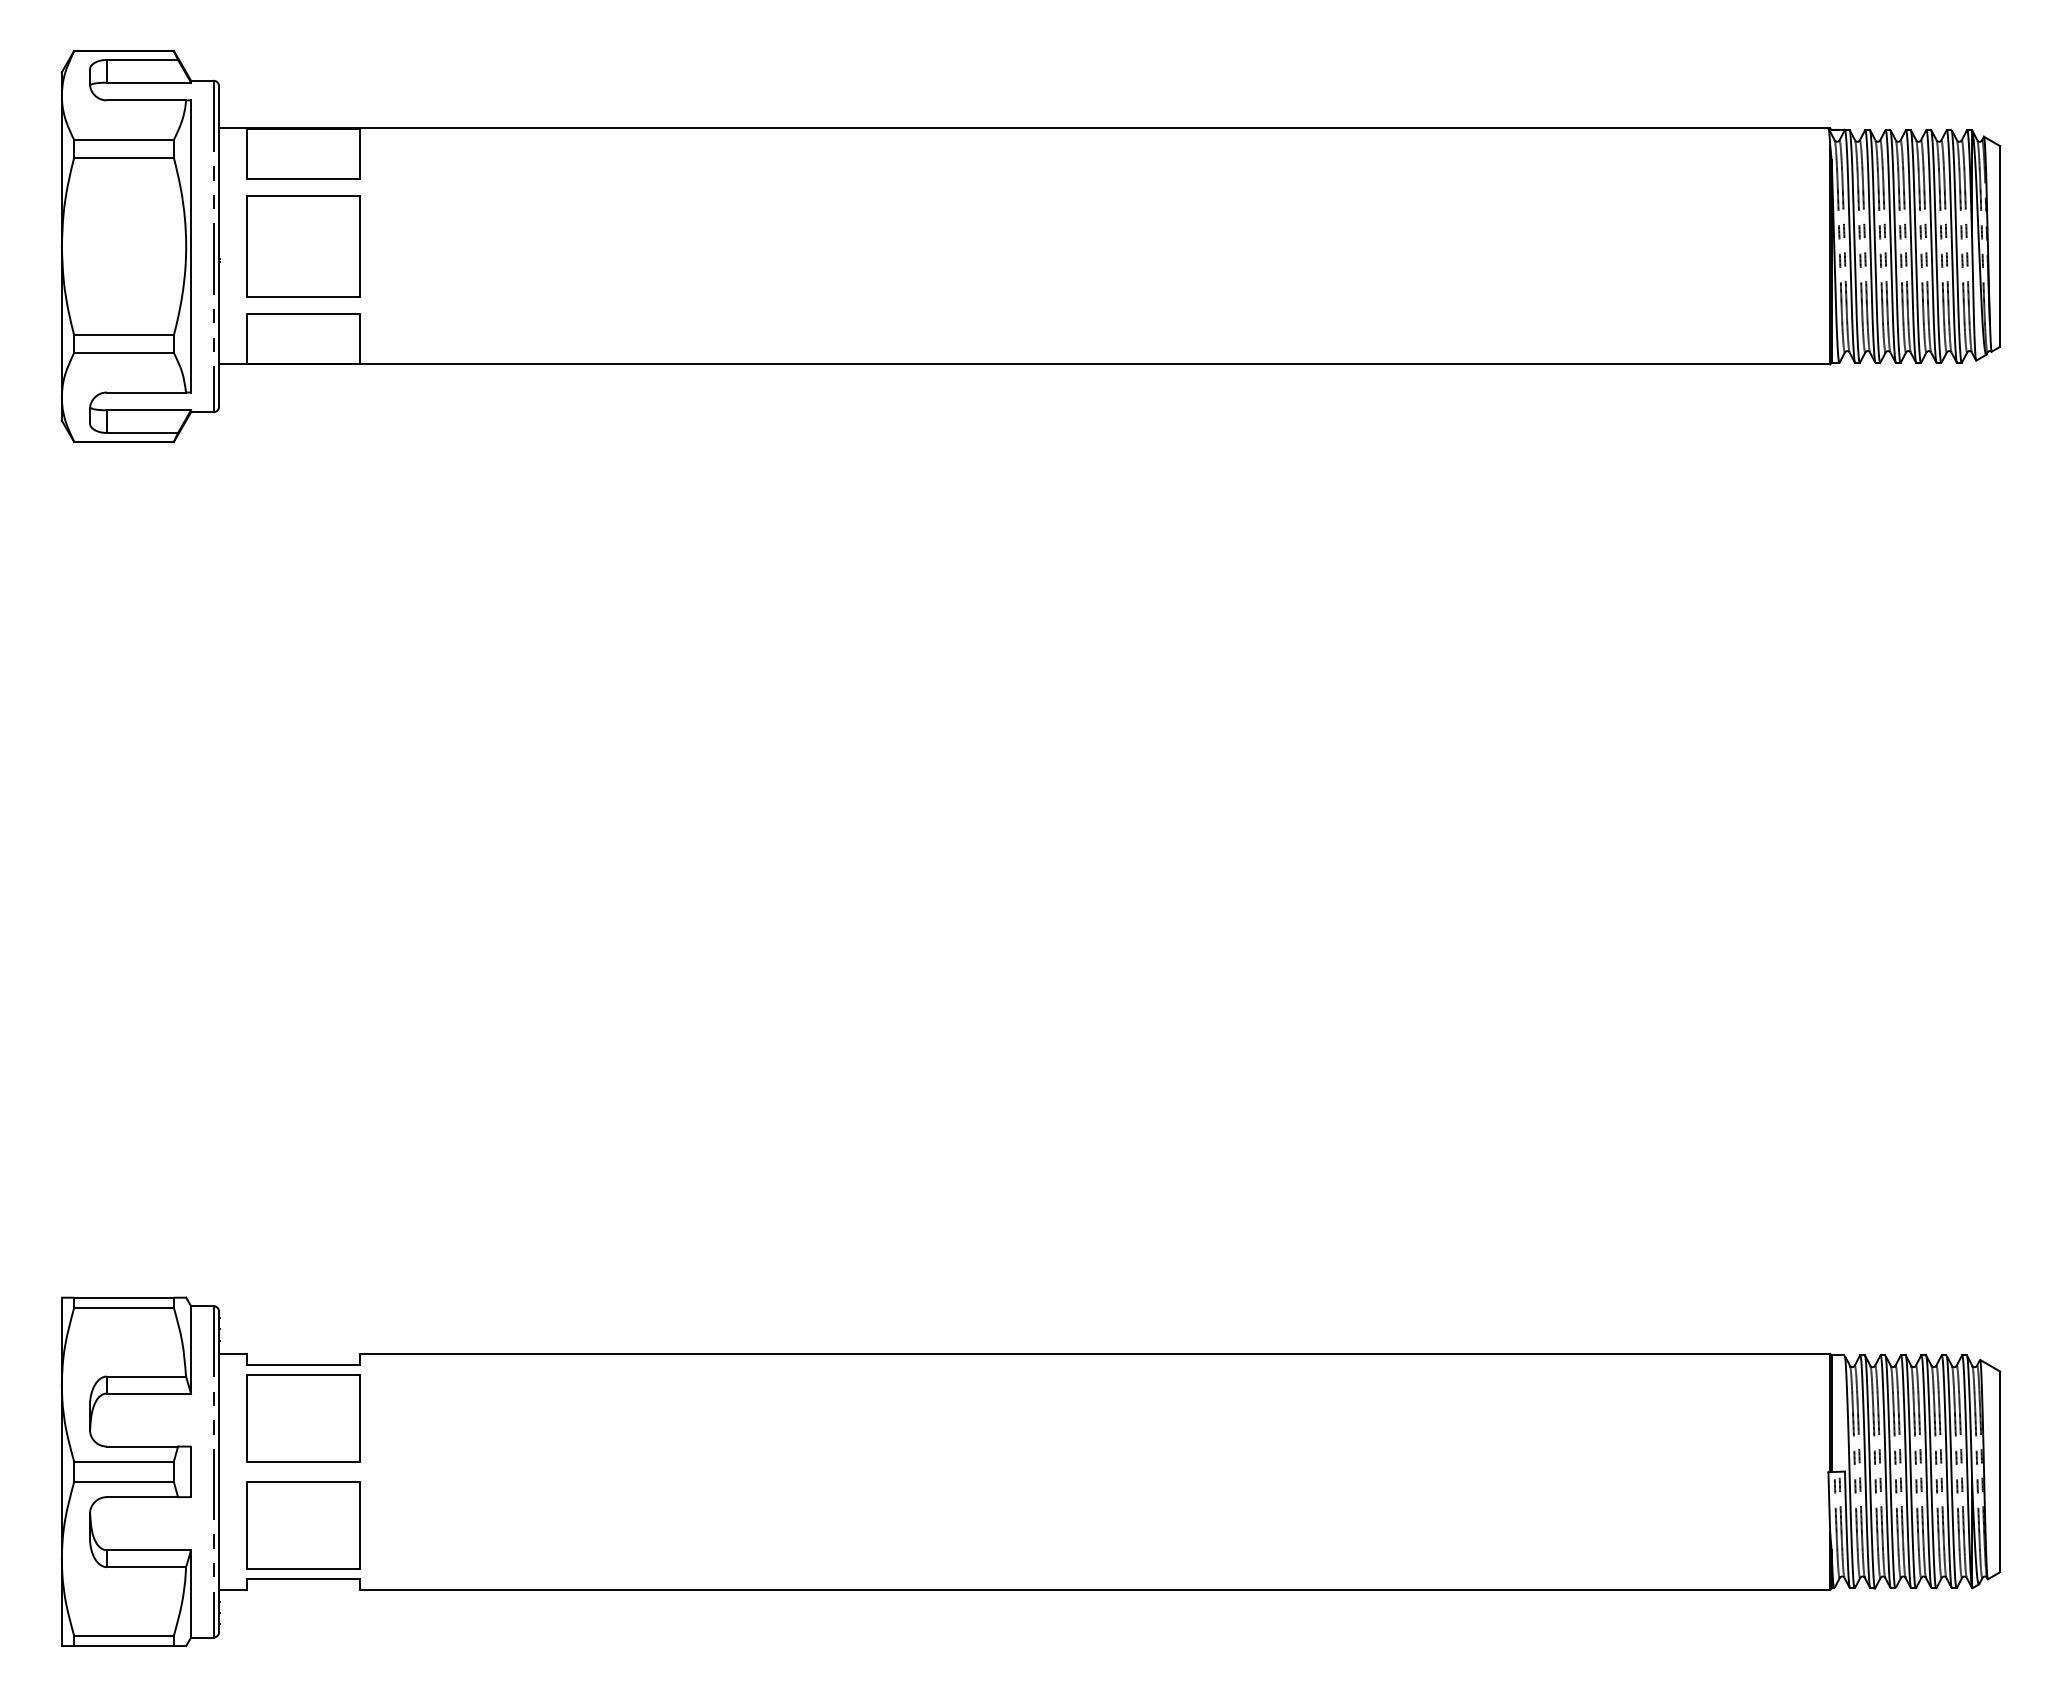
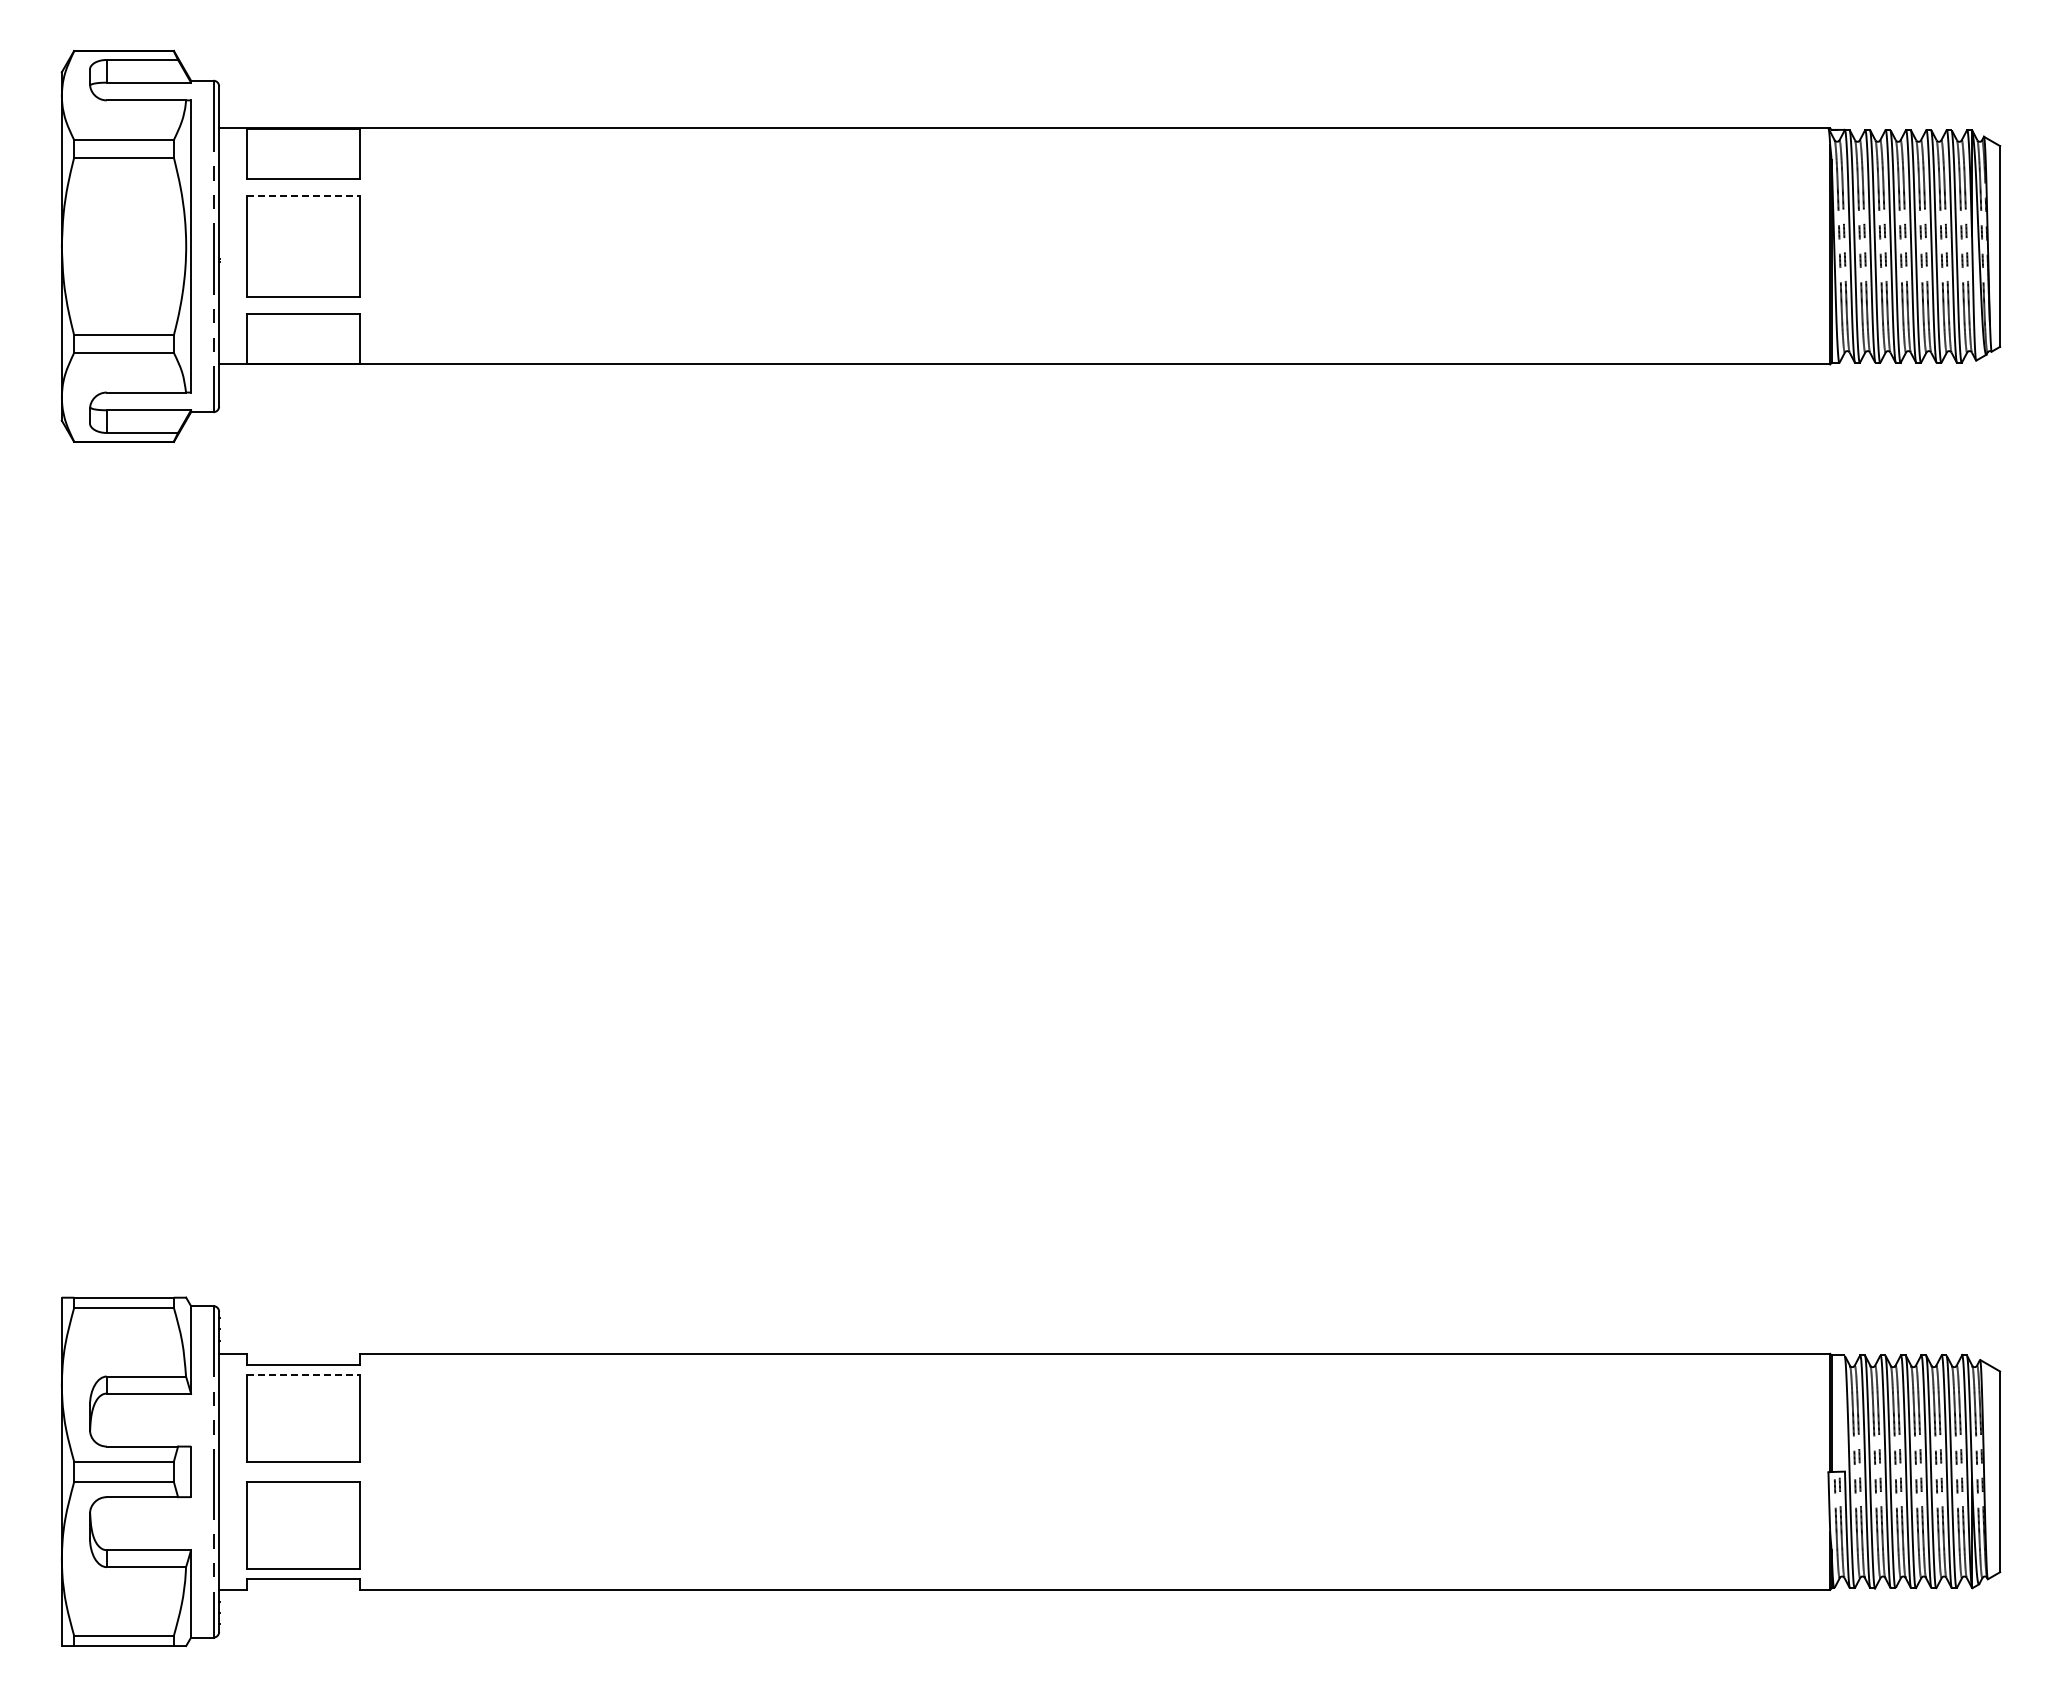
line at (303, 196): solid -> dashed
line at (303, 1374): solid -> dashed
